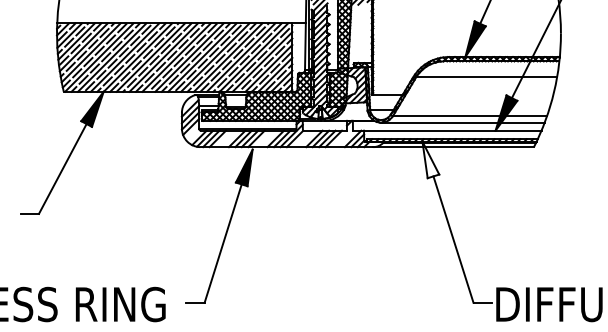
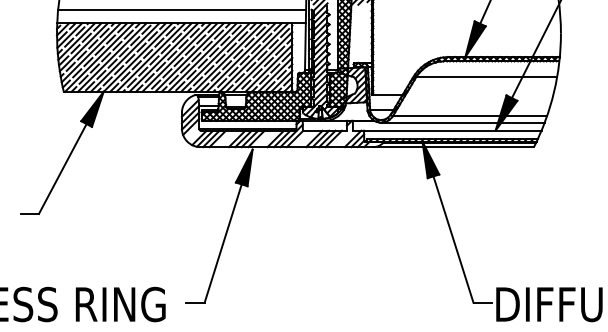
line at (182, 9): none -> present
fill at (430, 159): none -> present
